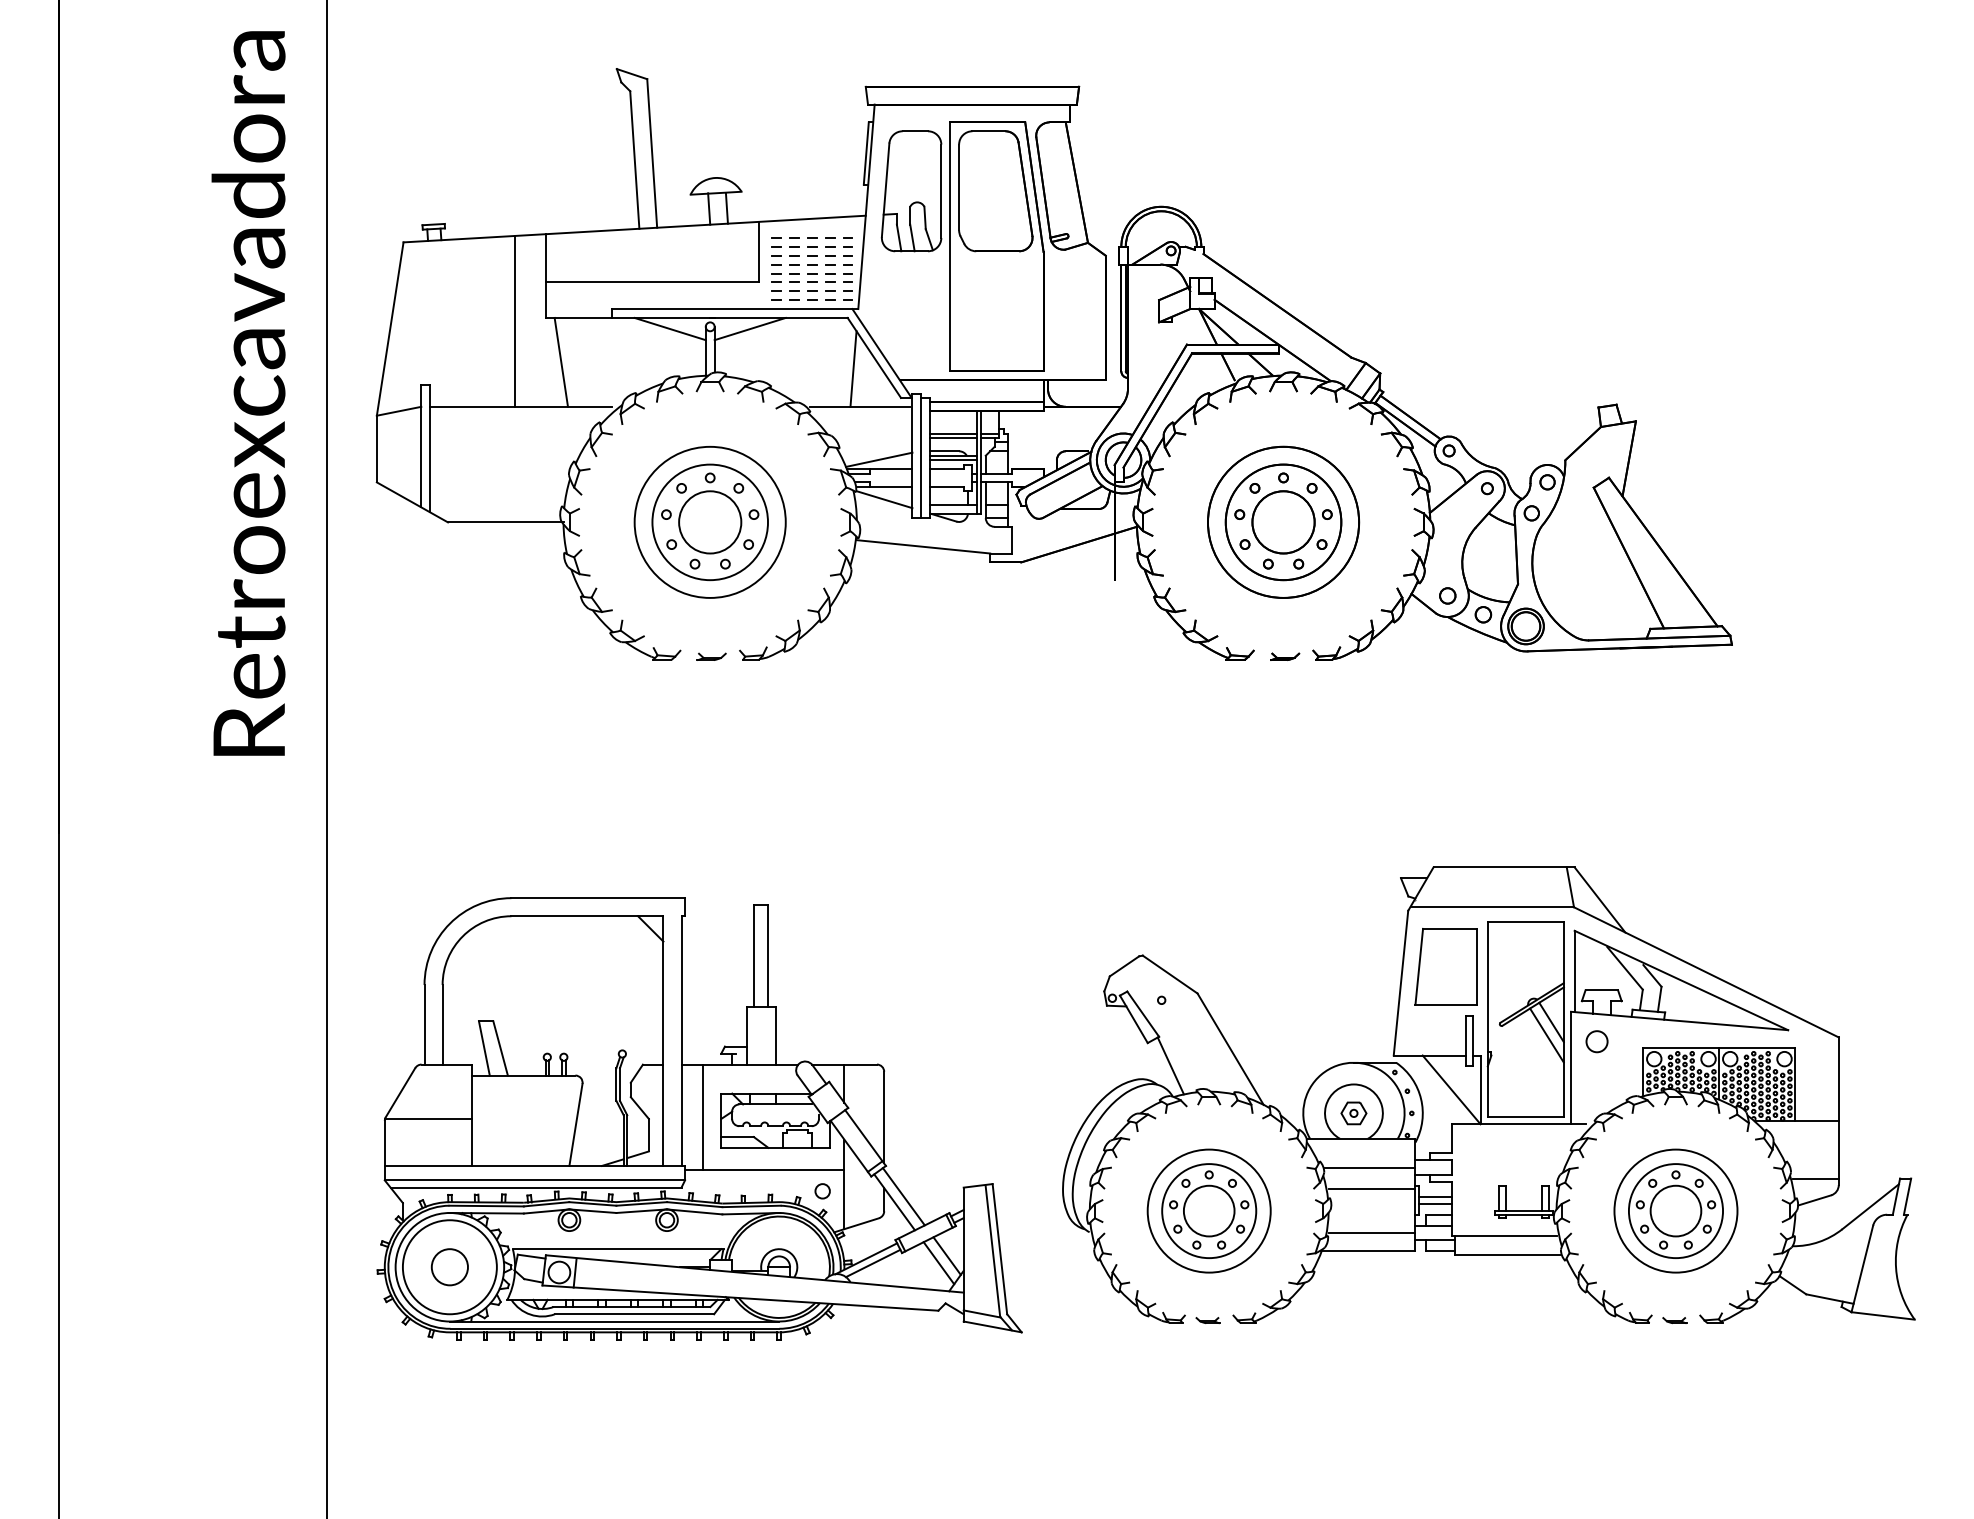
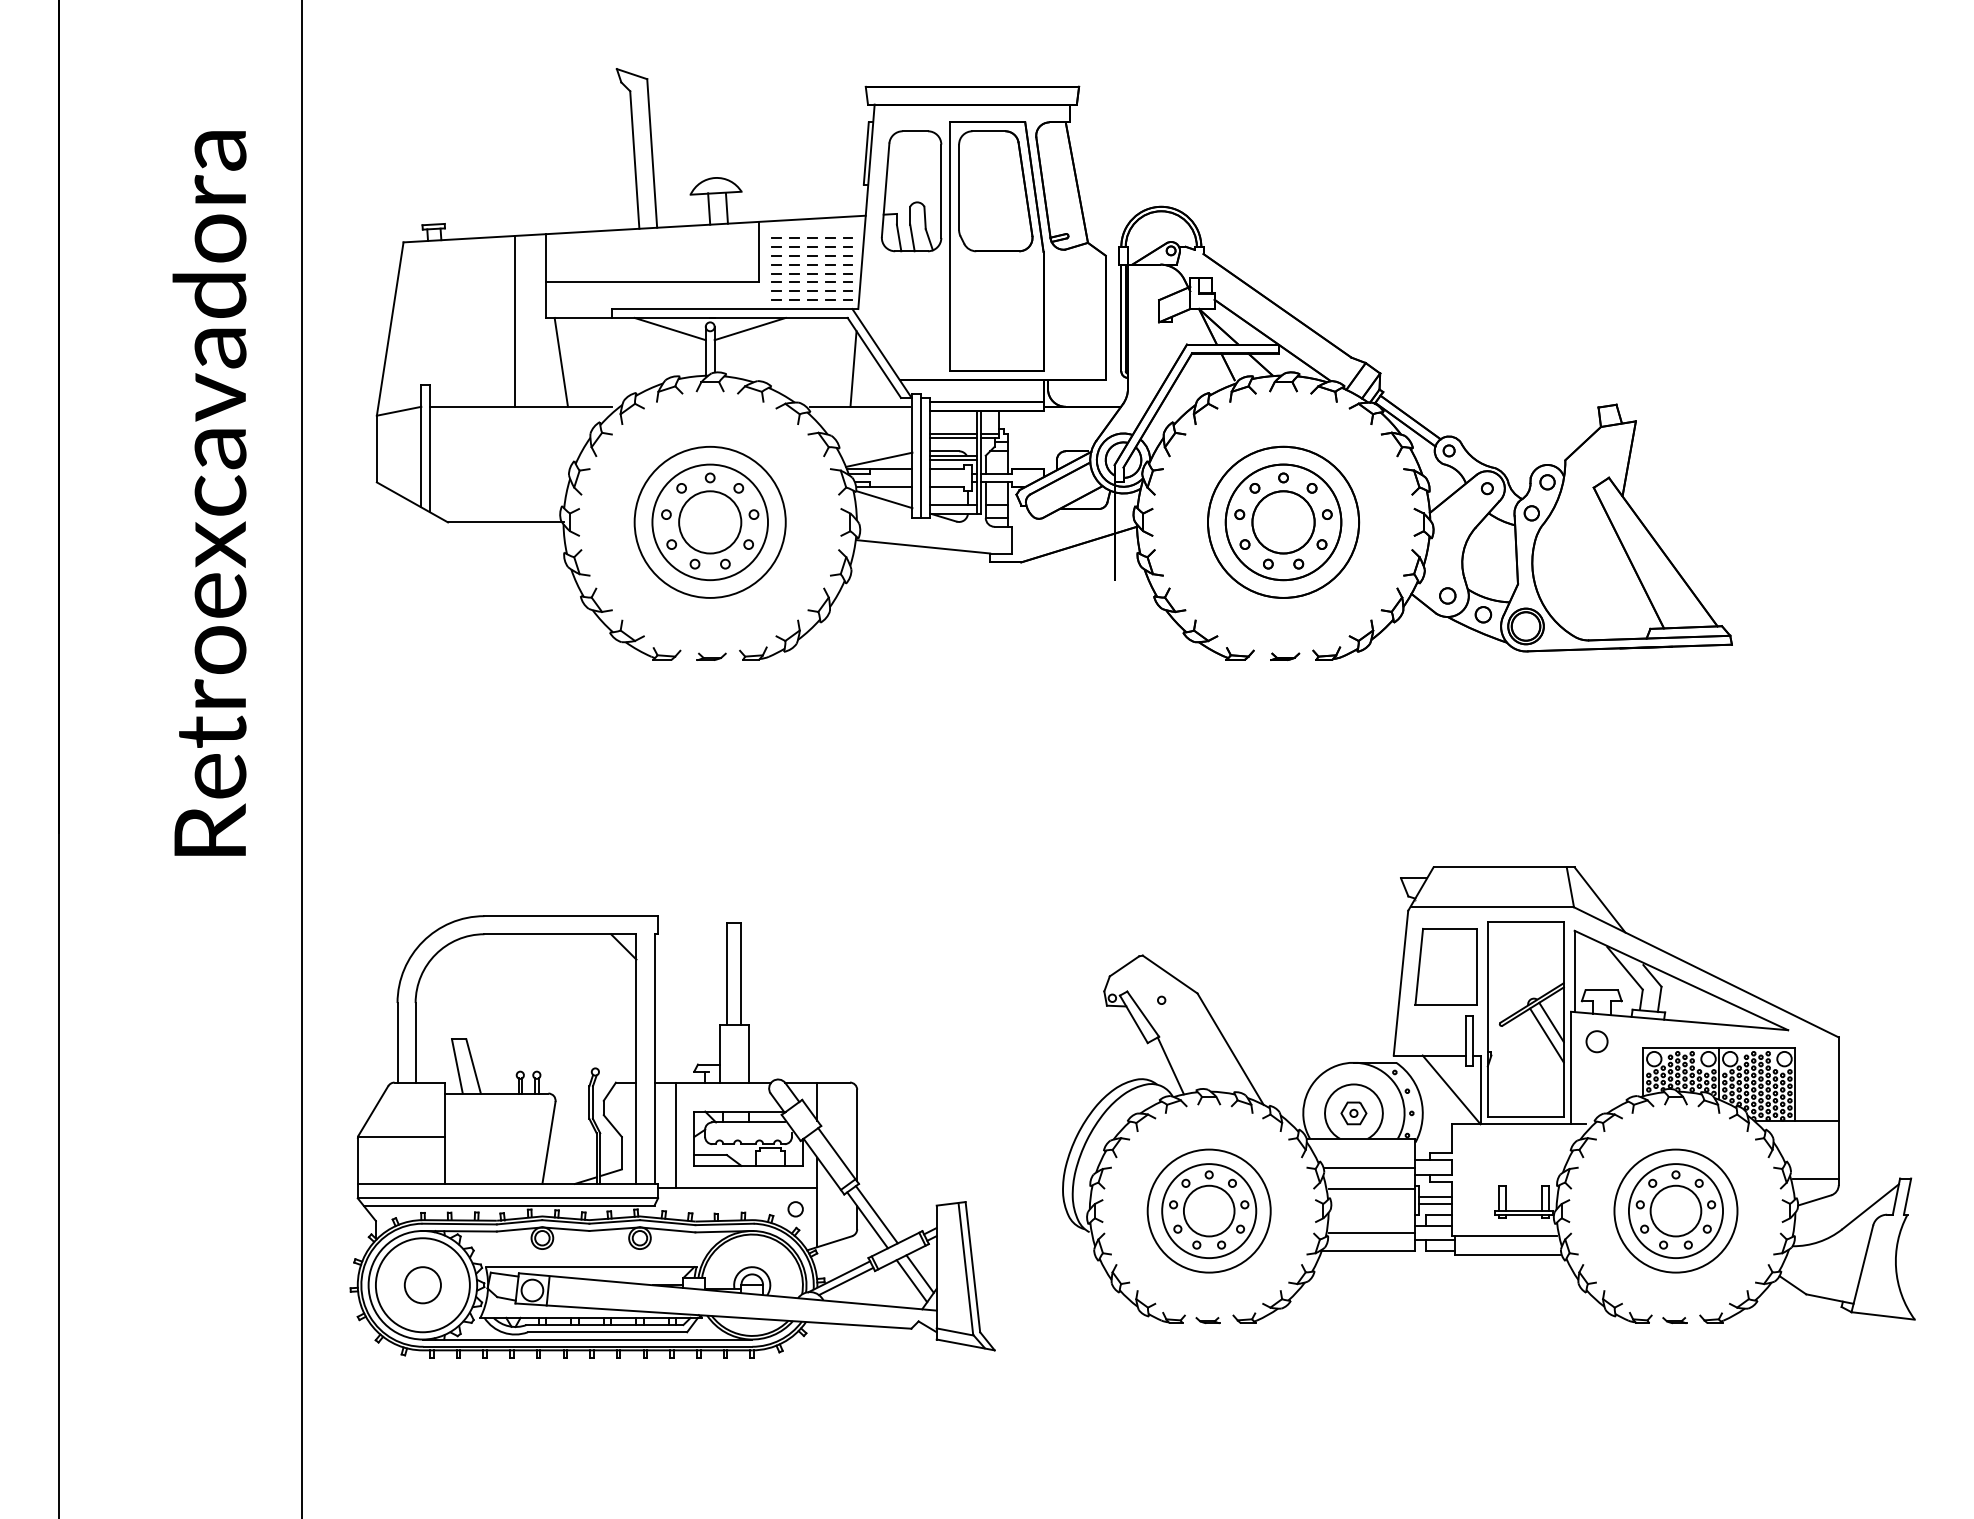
text at (248, 393) position: (248, 393) -> (209, 493)
line at (326, 758) position: (326, 758) -> (301, 758)
part at (699, 1118) position: (699, 1118) -> (672, 1136)
